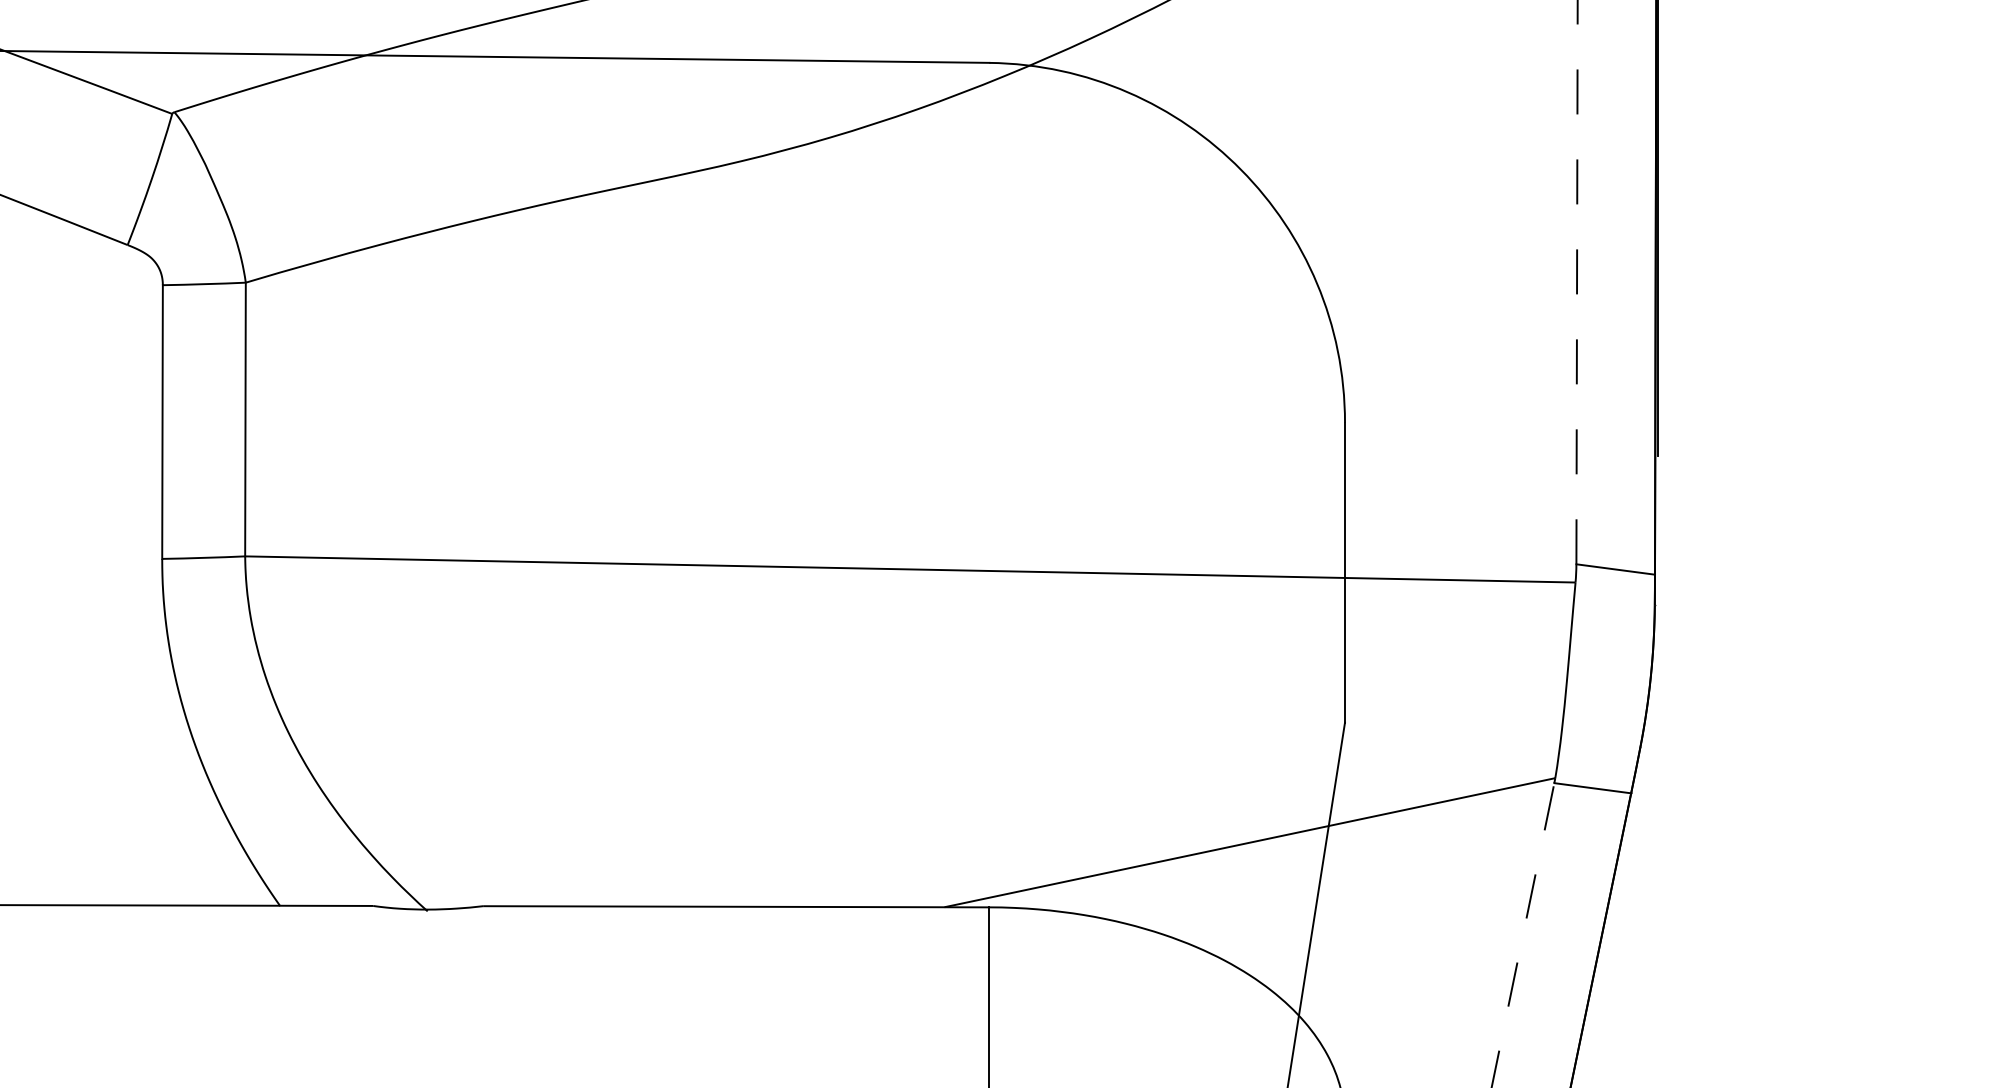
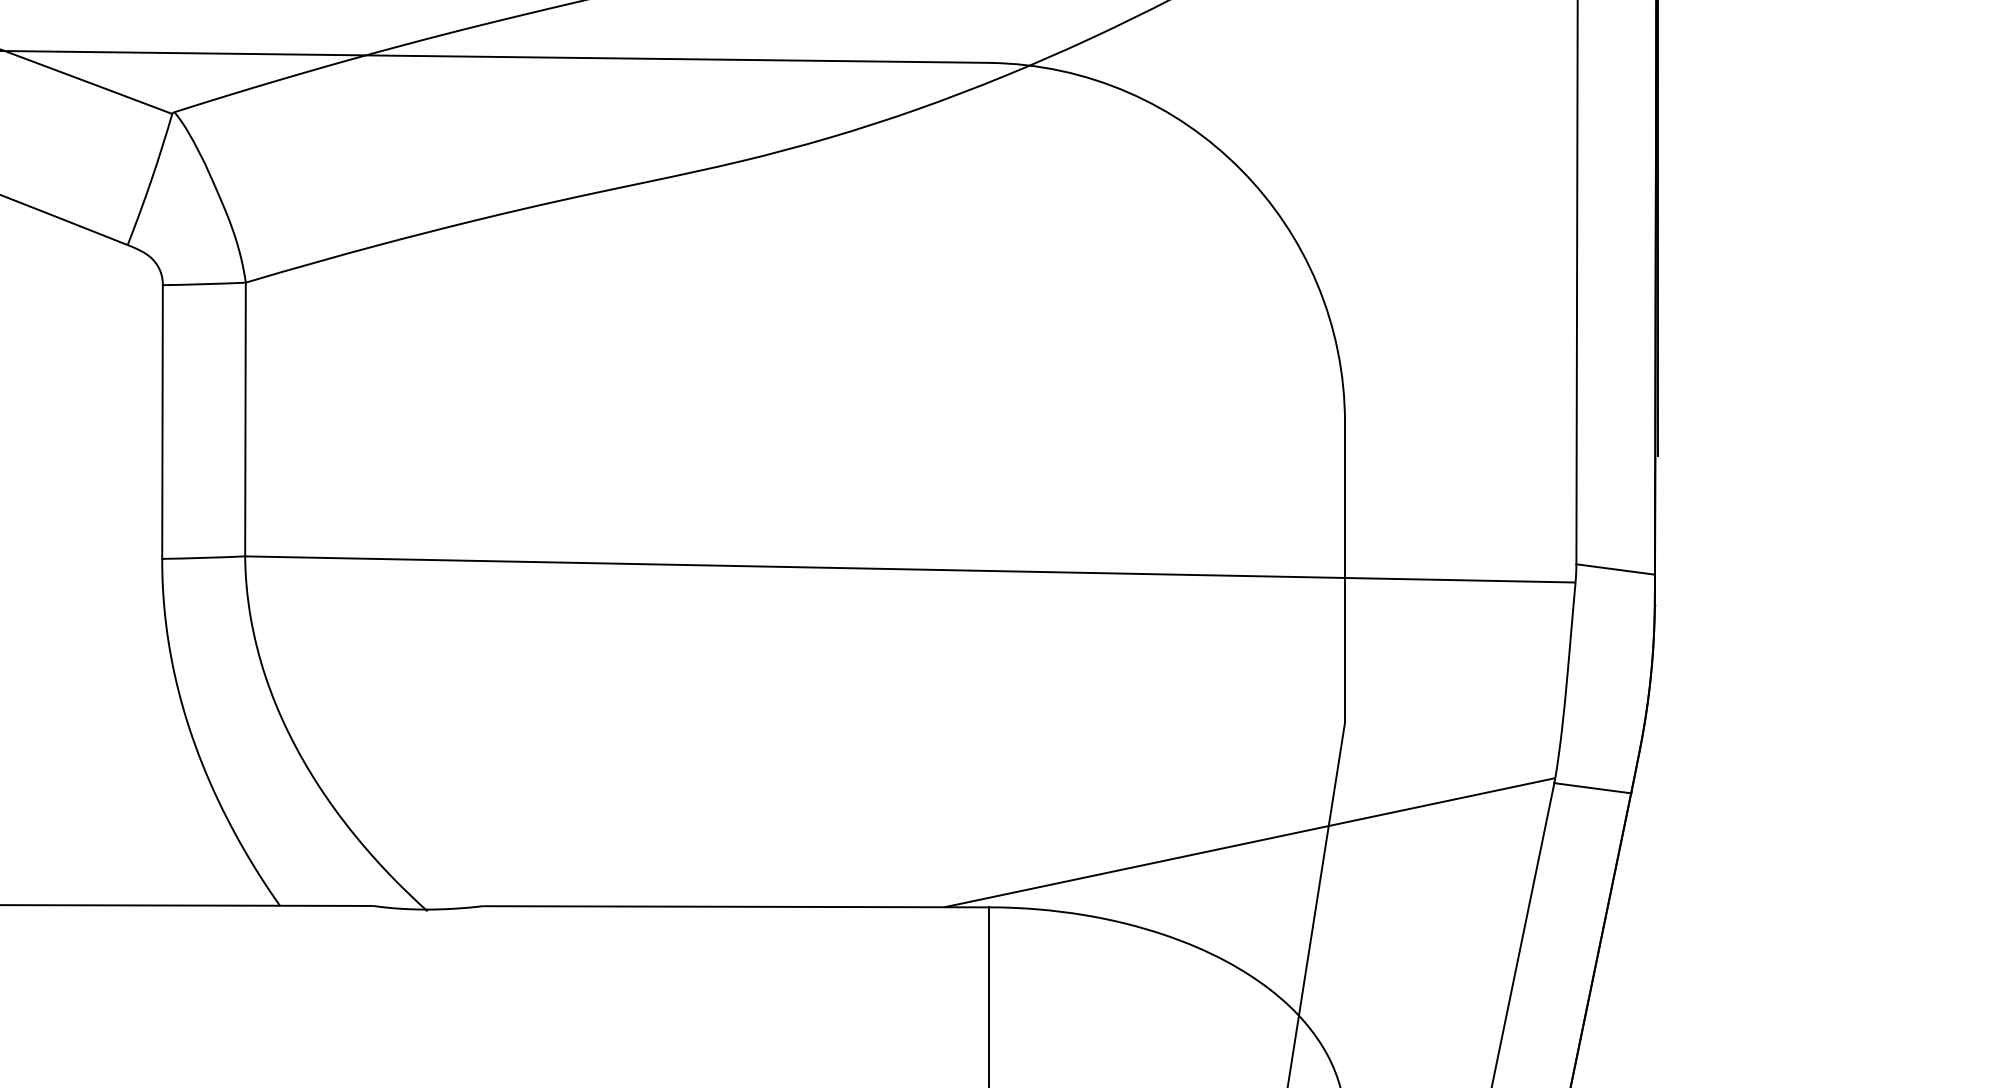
line at (1577, 282): dashed -> solid
line at (1523, 934): dashed -> solid
